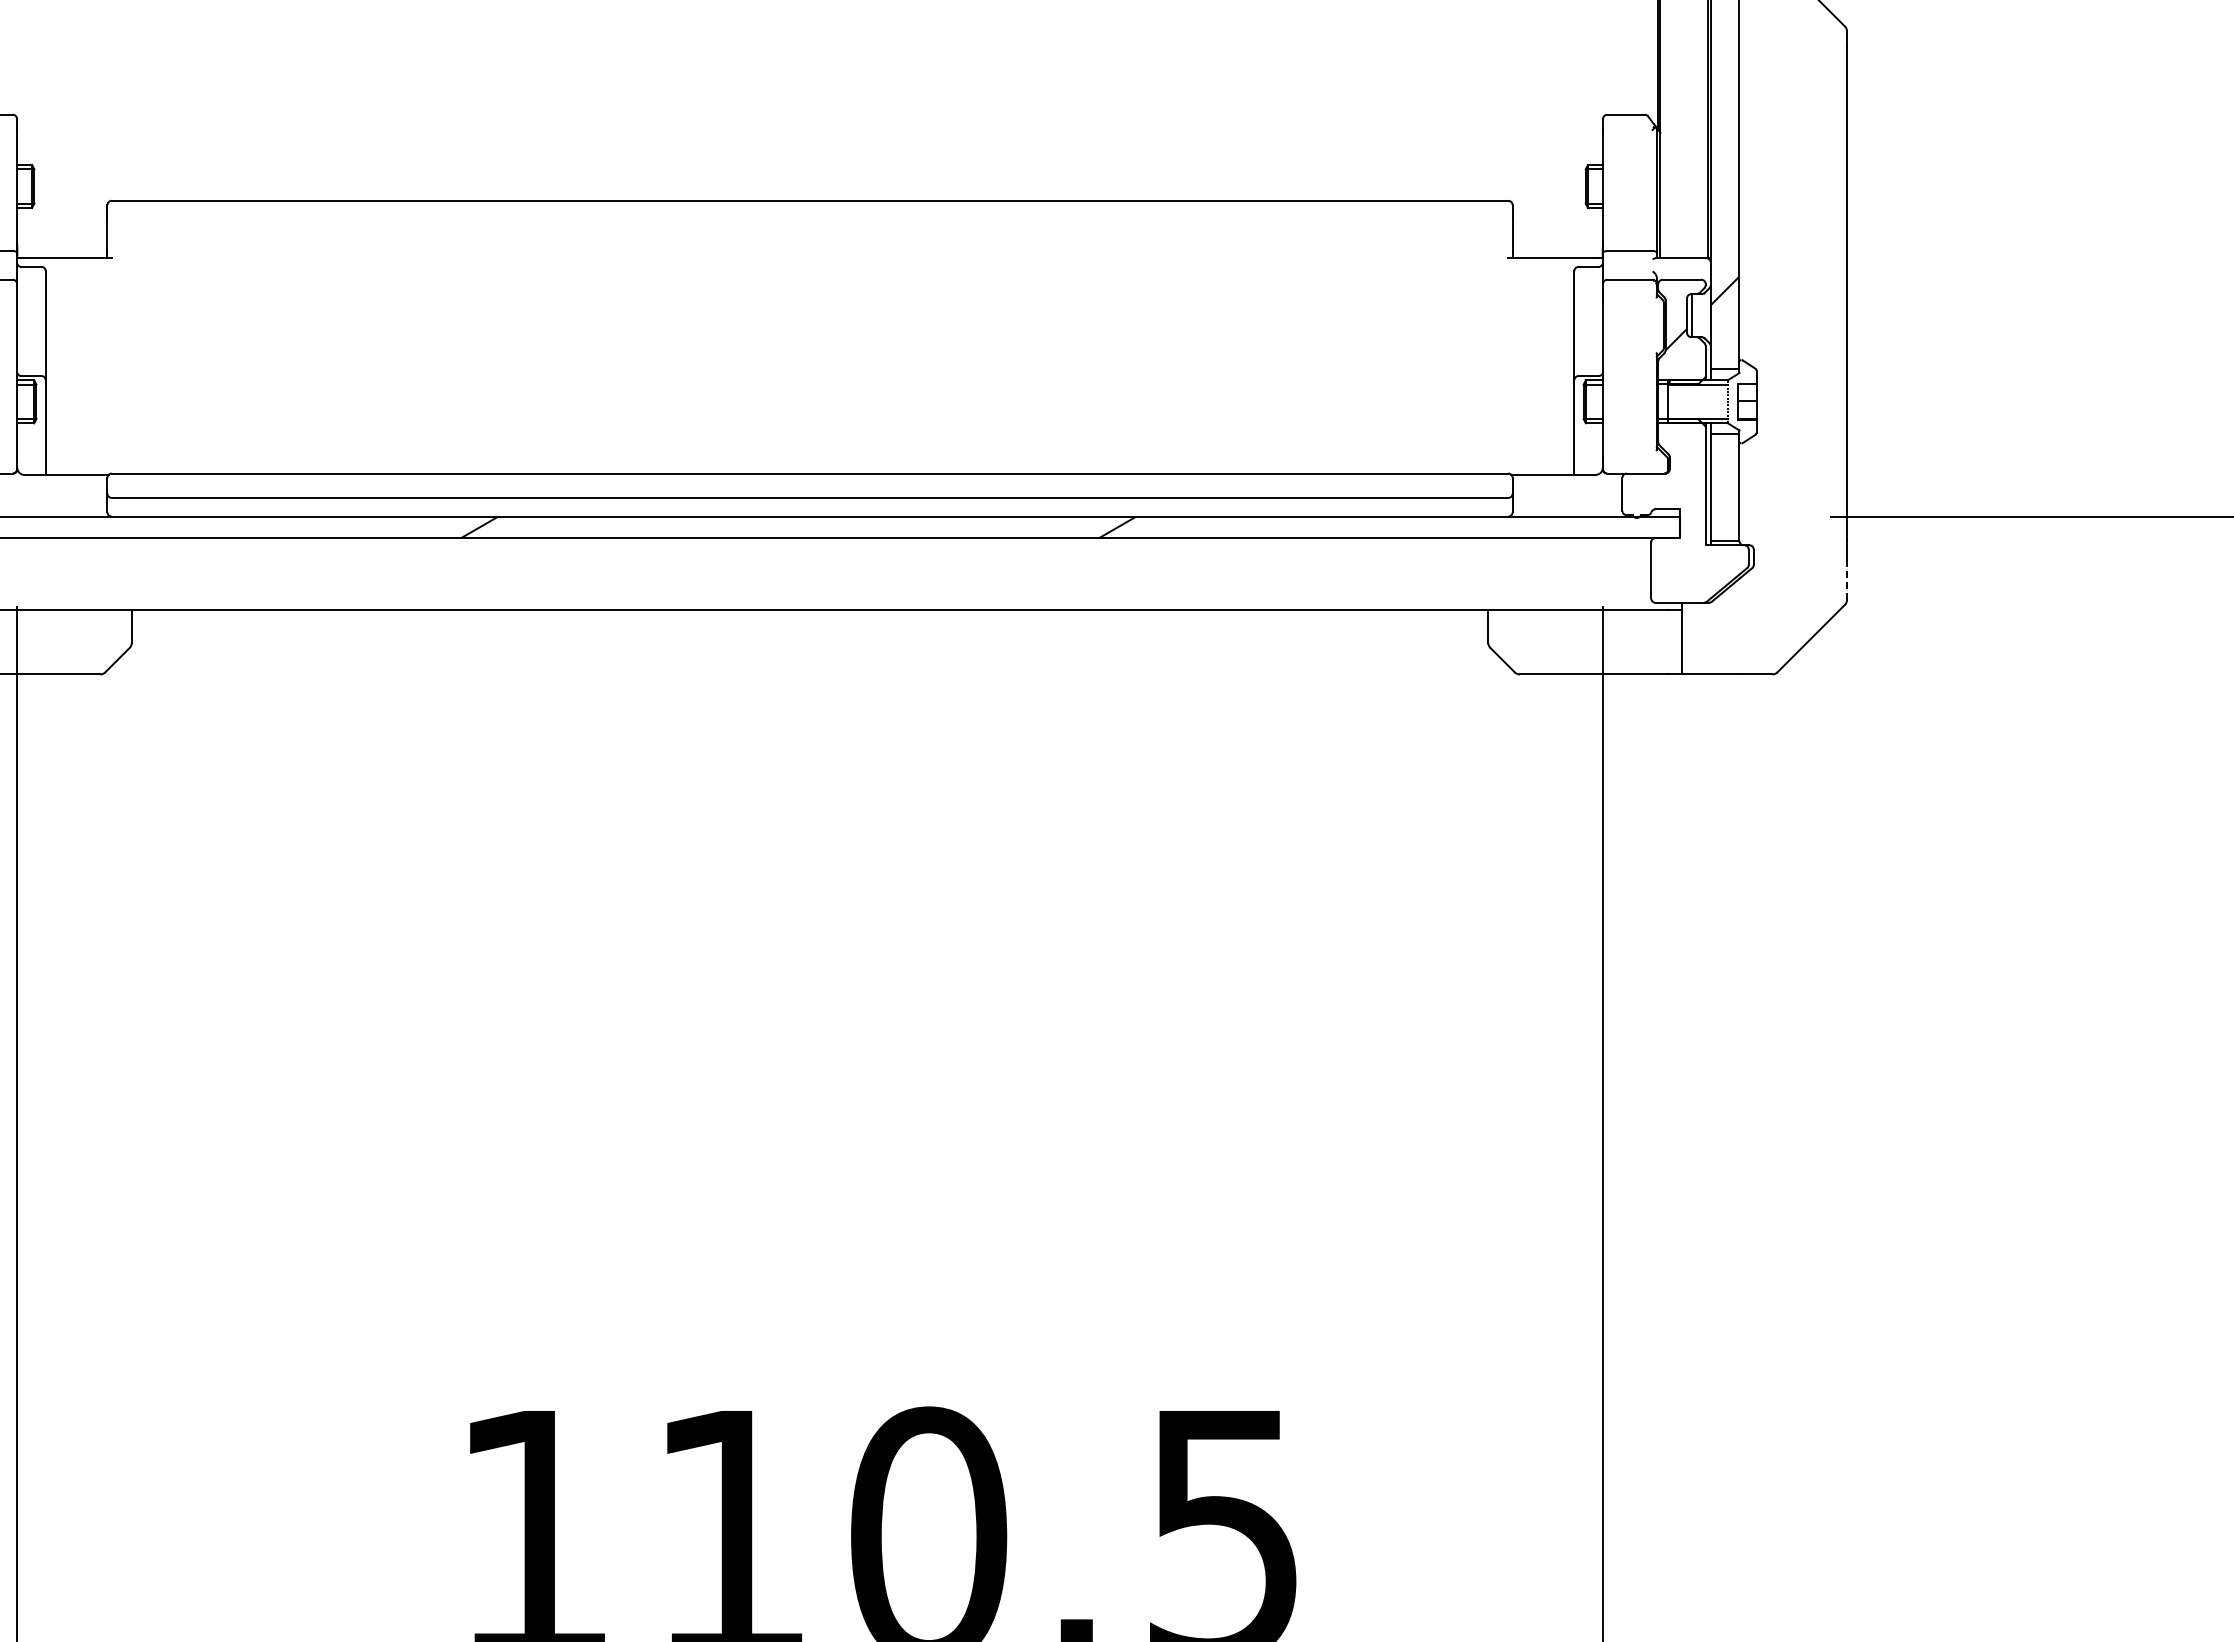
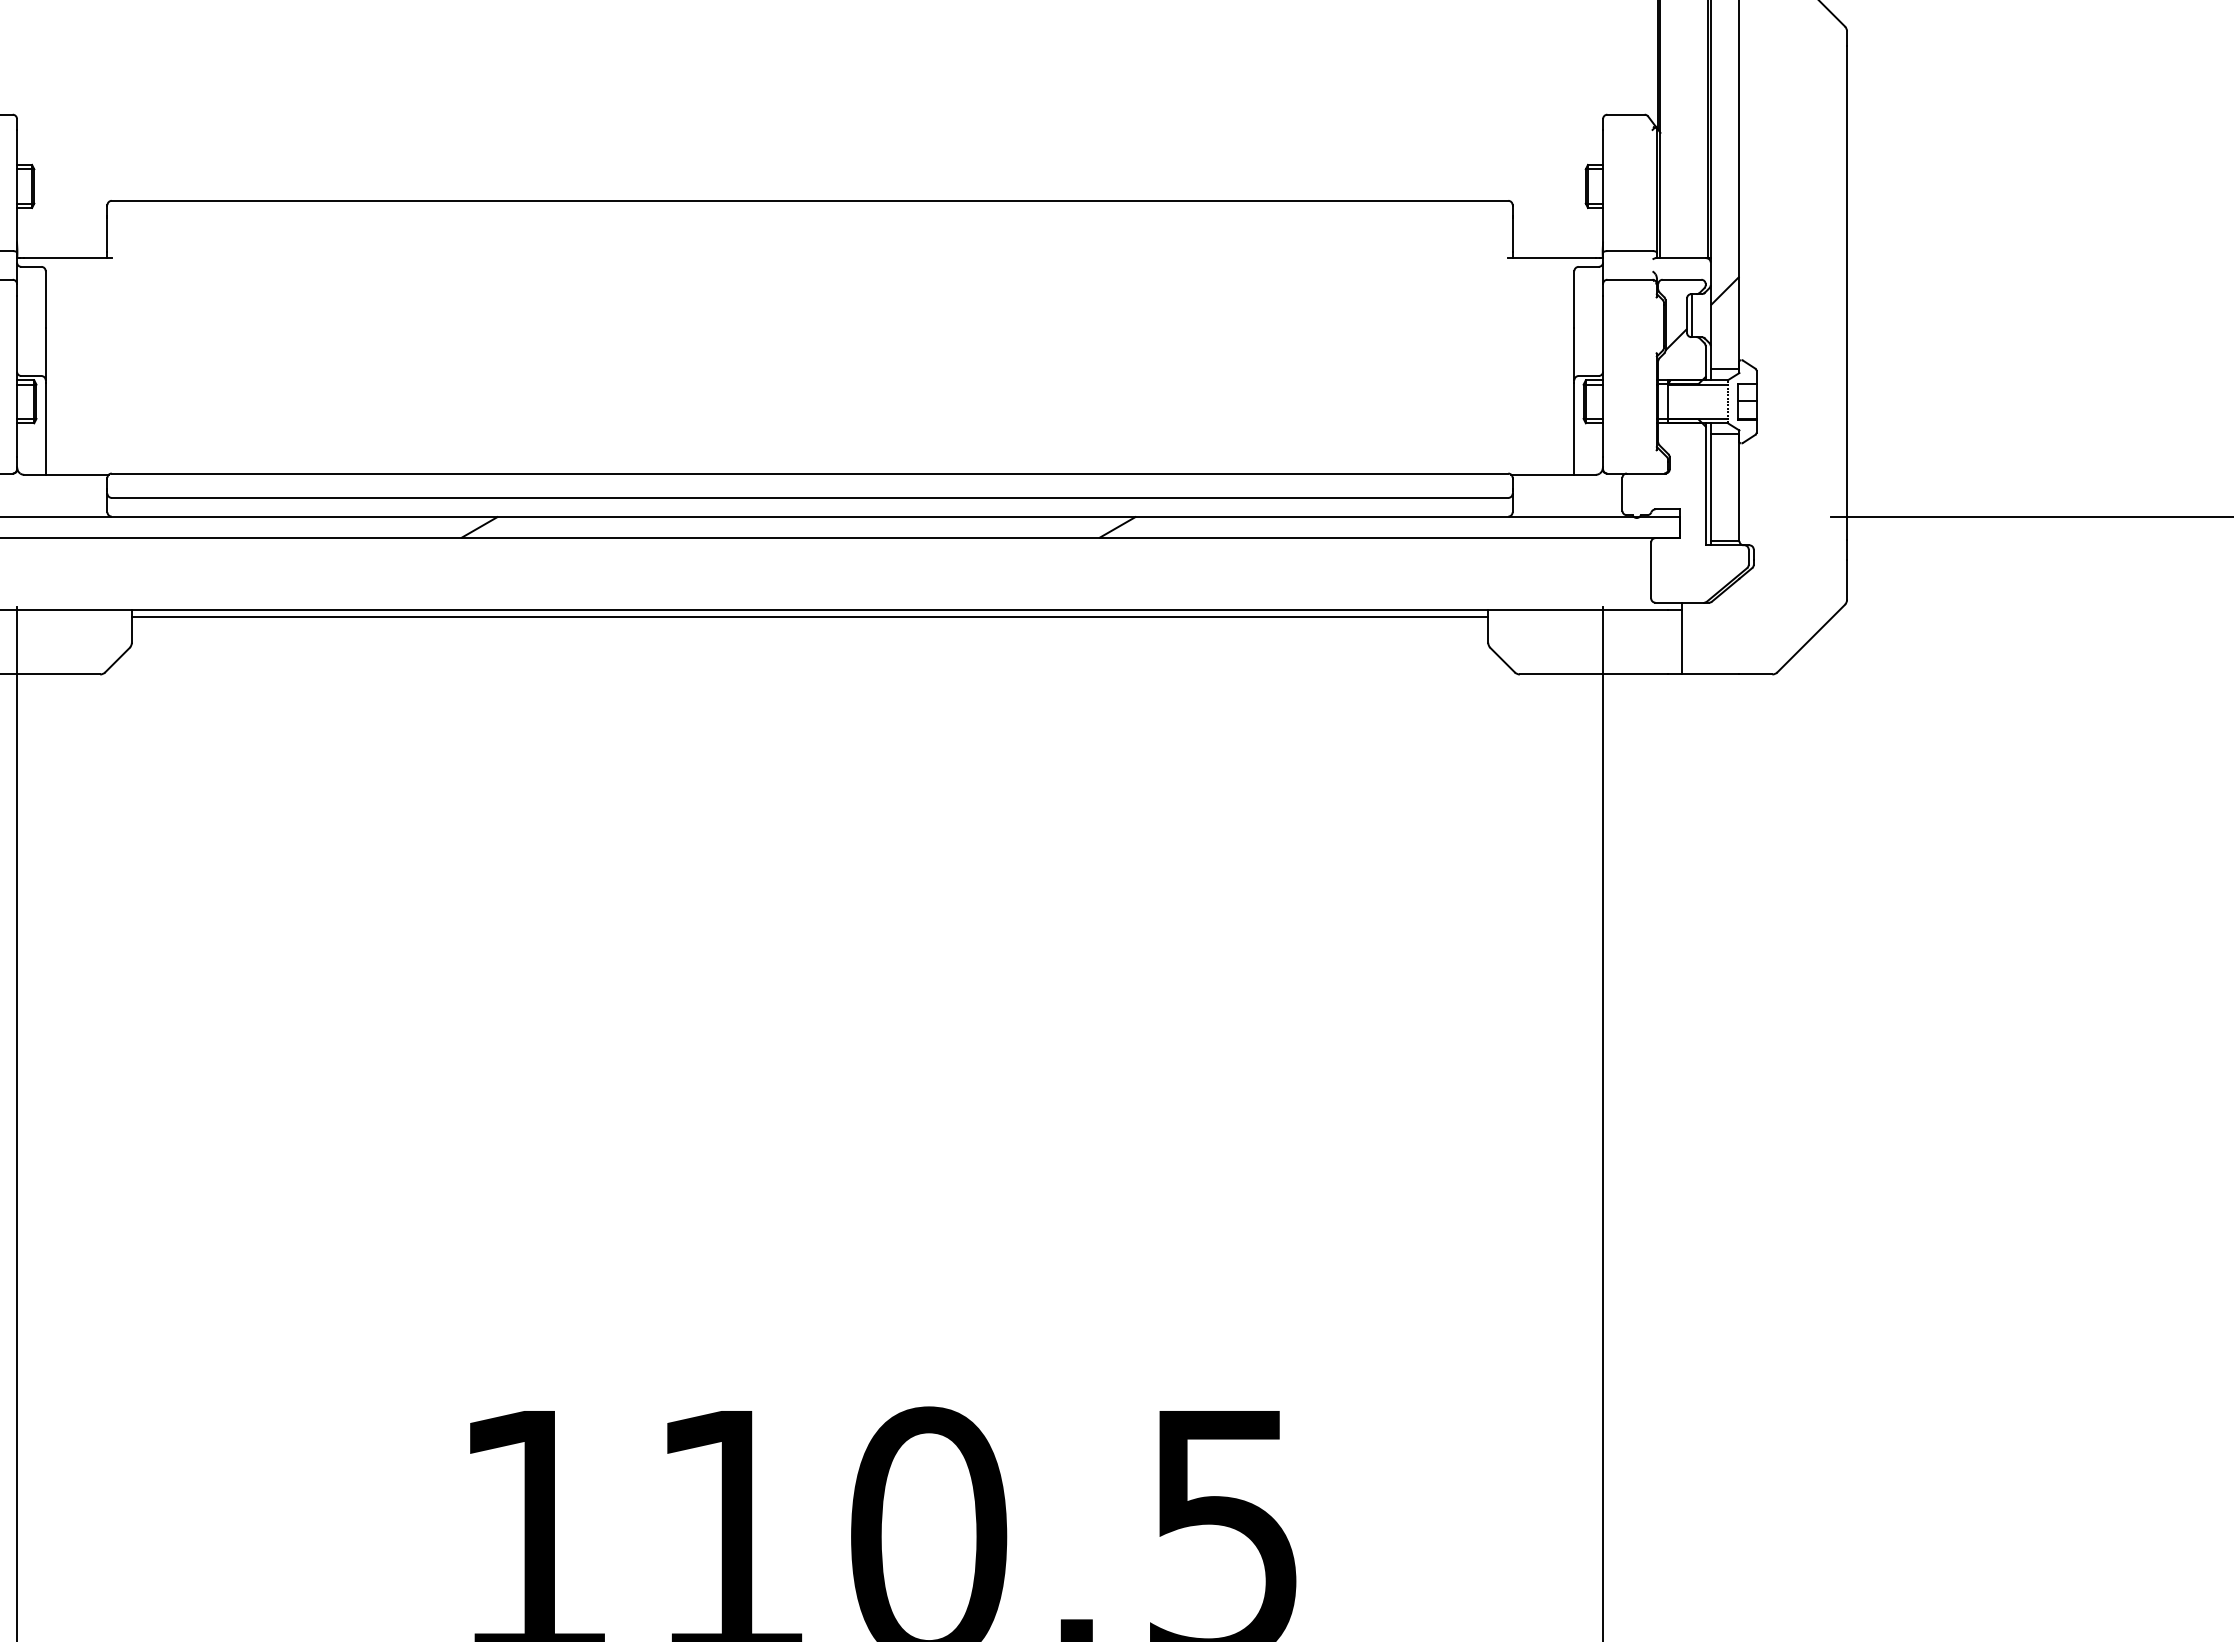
line at (1847, 580): dashed -> solid
line at (809, 617): none -> present
